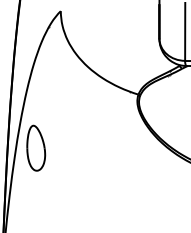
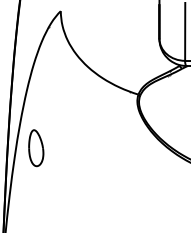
part at (36, 147) size: 21x48 px -> 17x39 px
